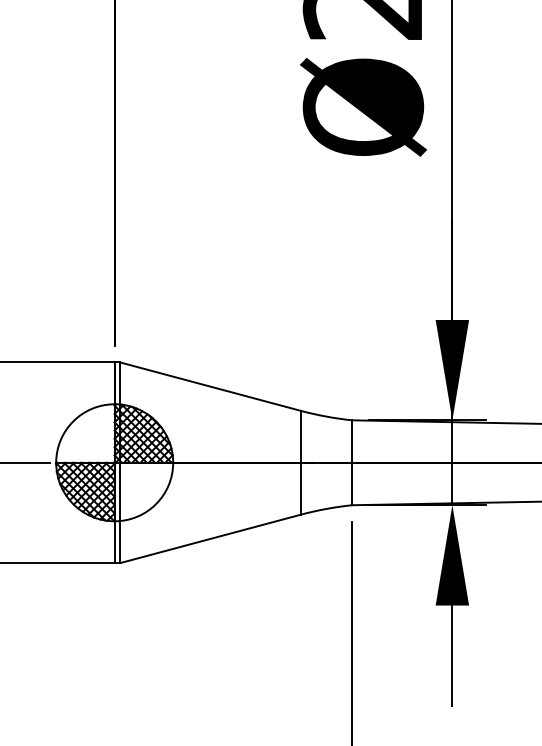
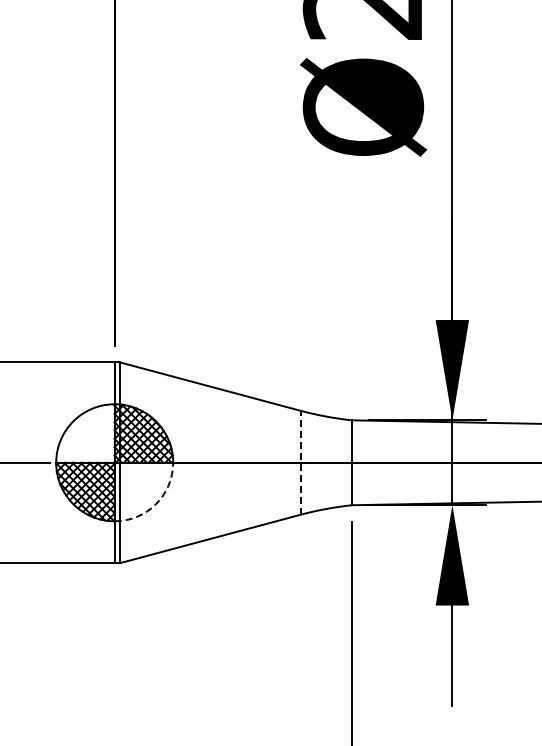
line at (300, 462): solid -> dashed
arc at (156, 504): solid -> dashed
